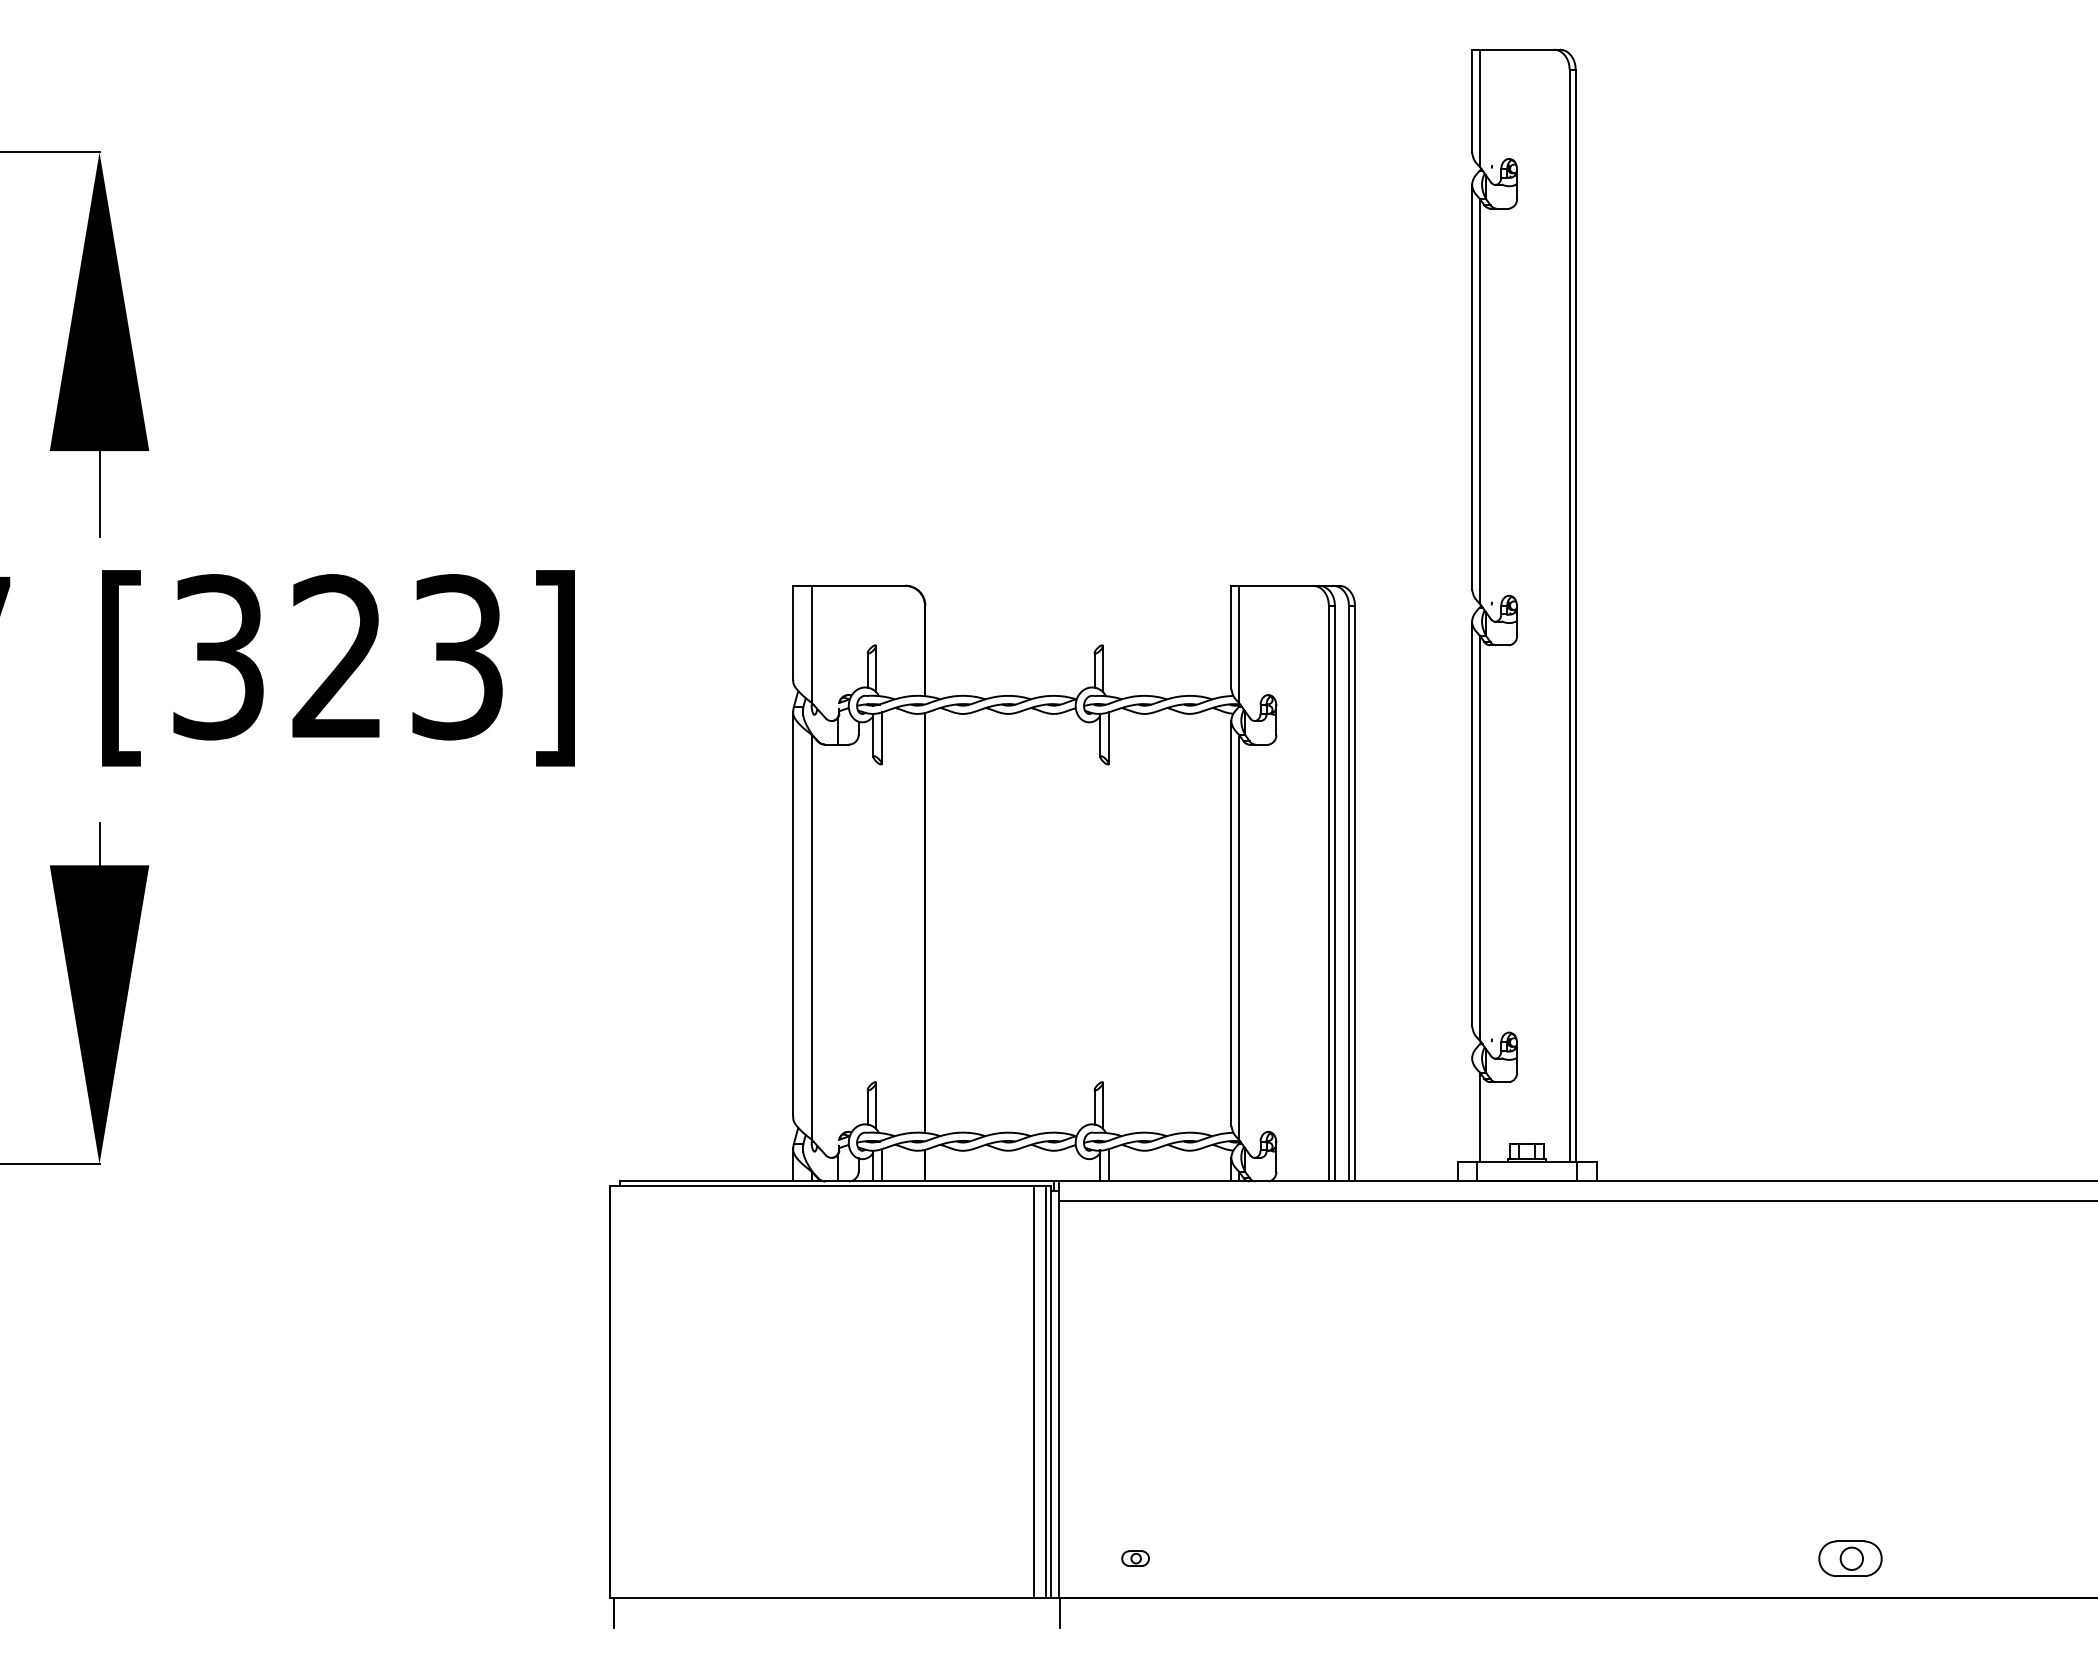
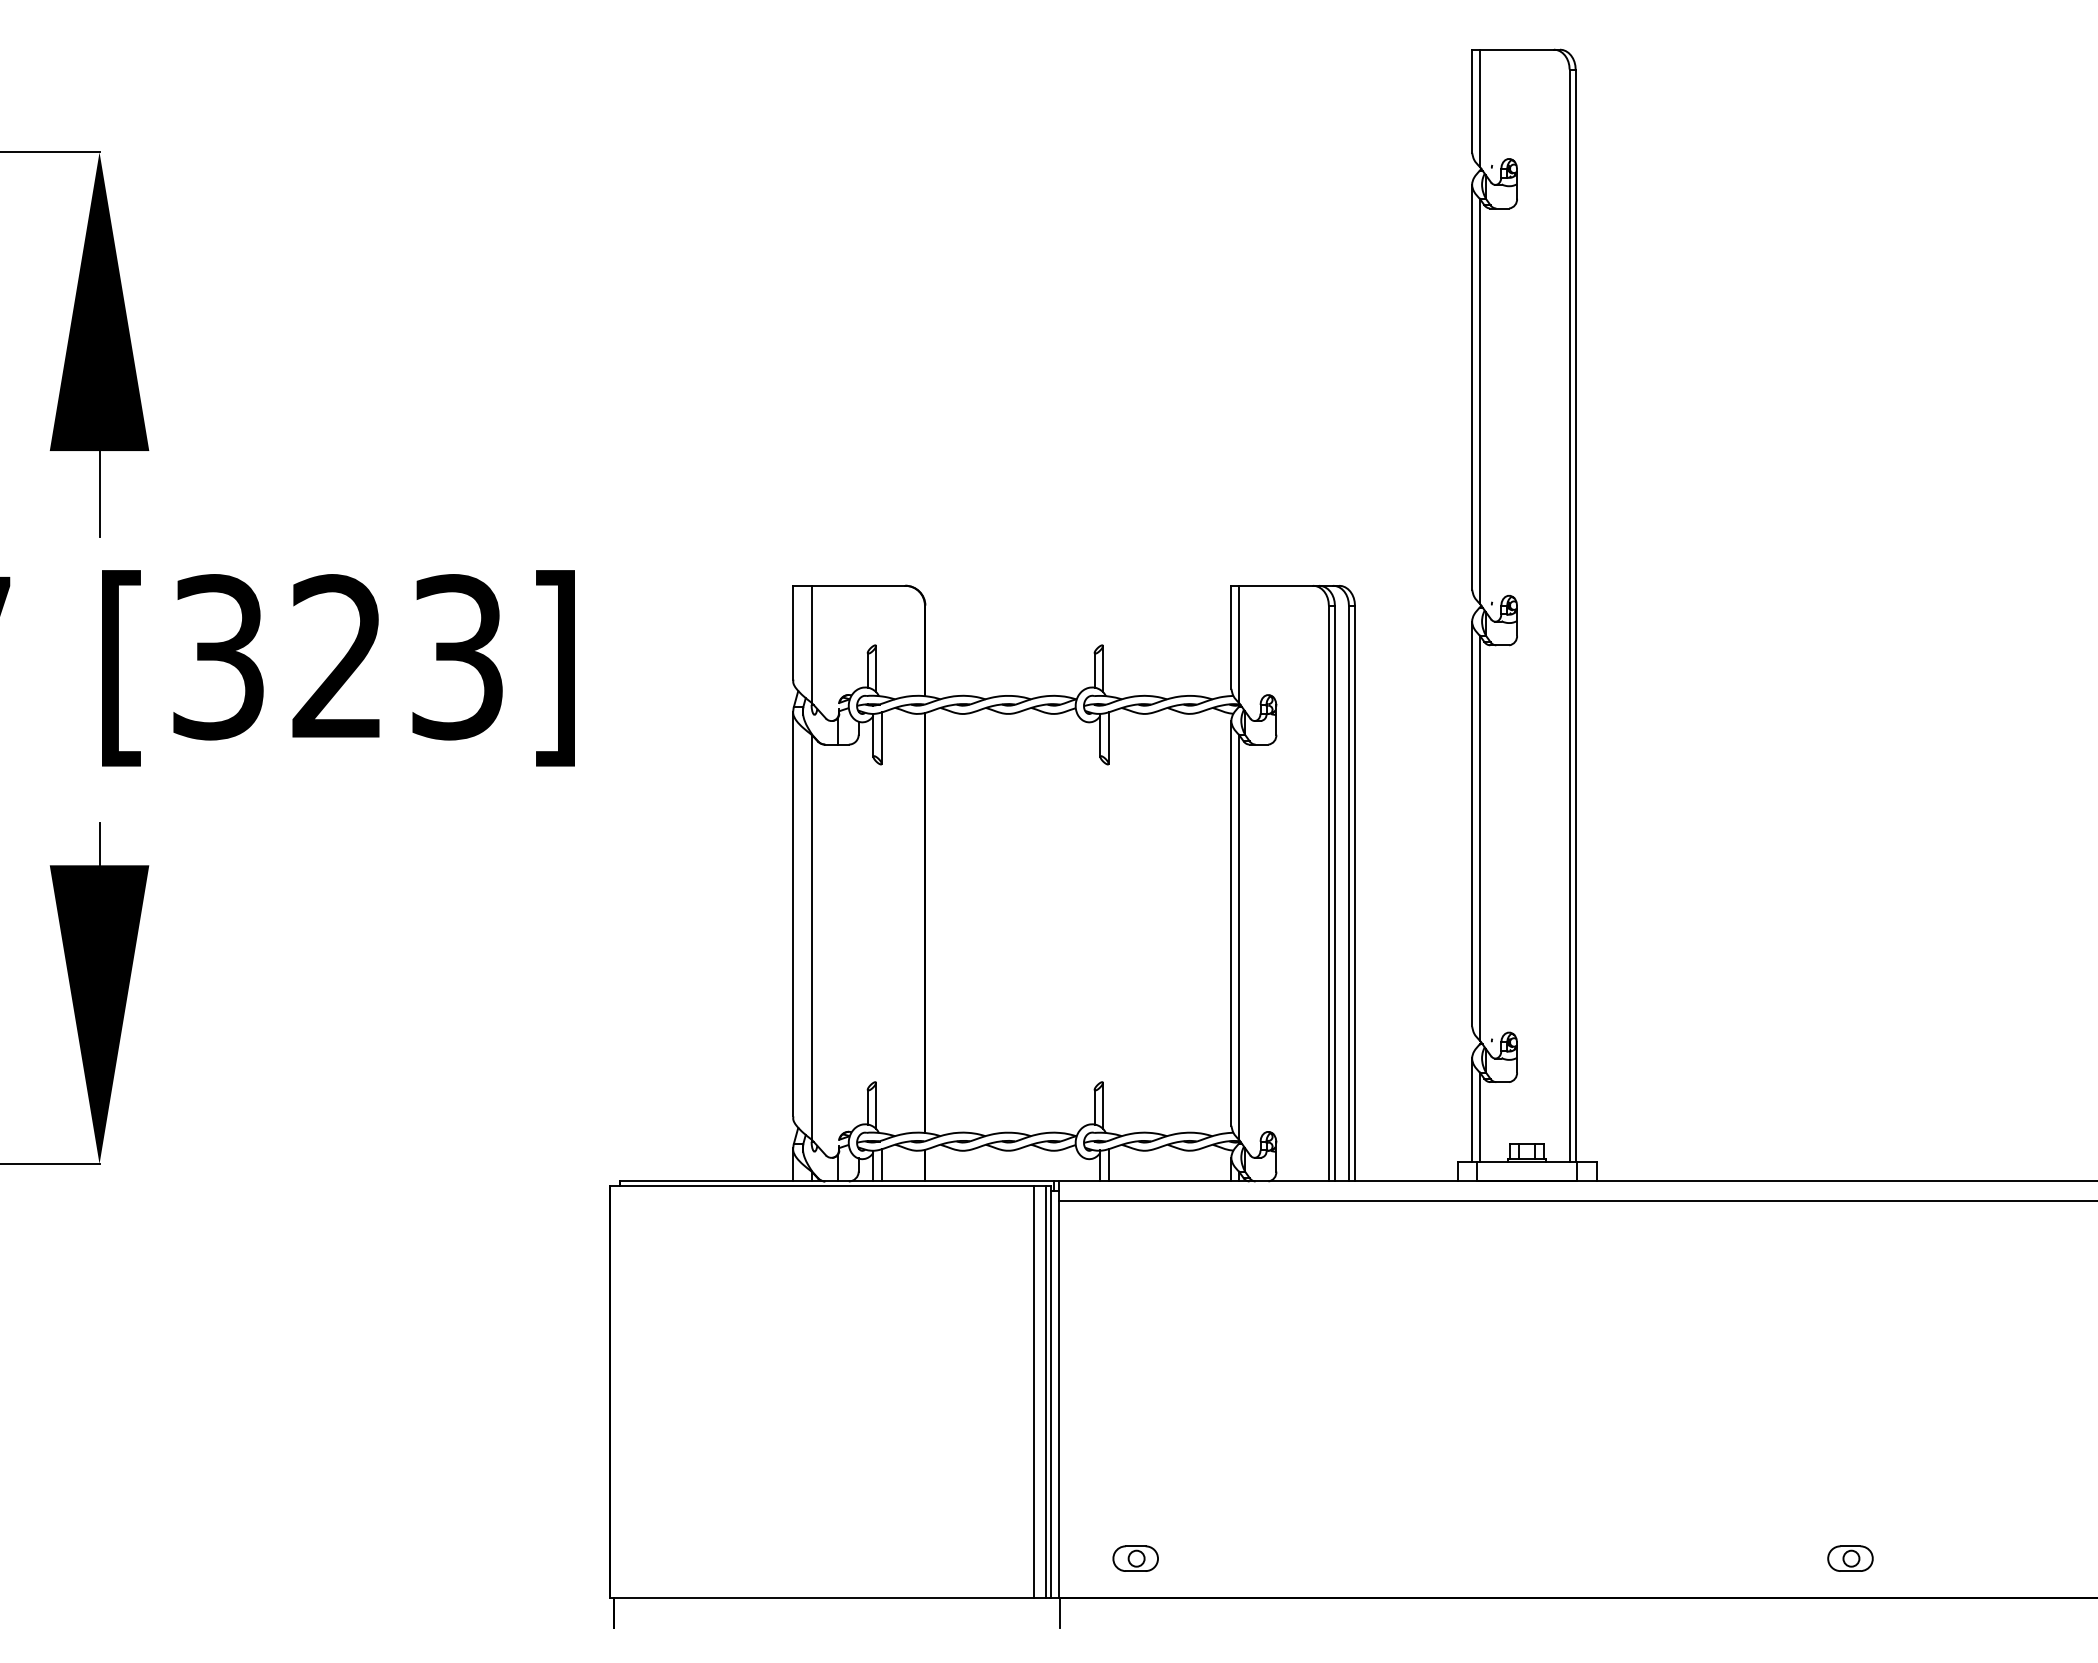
line at (1472, 1109): none -> present
part at (1135, 1558) size: 29x17 px -> 47x27 px
part at (1850, 1558) size: 65x37 px -> 47x27 px
